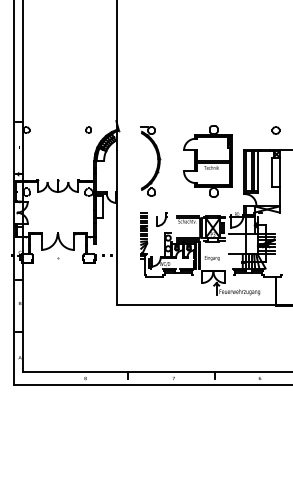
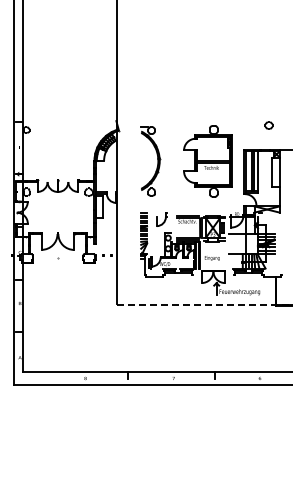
part at (88, 129): present -> none
part at (275, 130) position: (275, 130) -> (268, 125)
line at (204, 304): solid -> dashed
